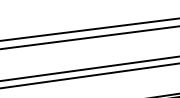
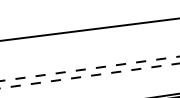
line at (89, 37): present -> none
line at (89, 68): solid -> dashed
line at (90, 75): solid -> dashed
